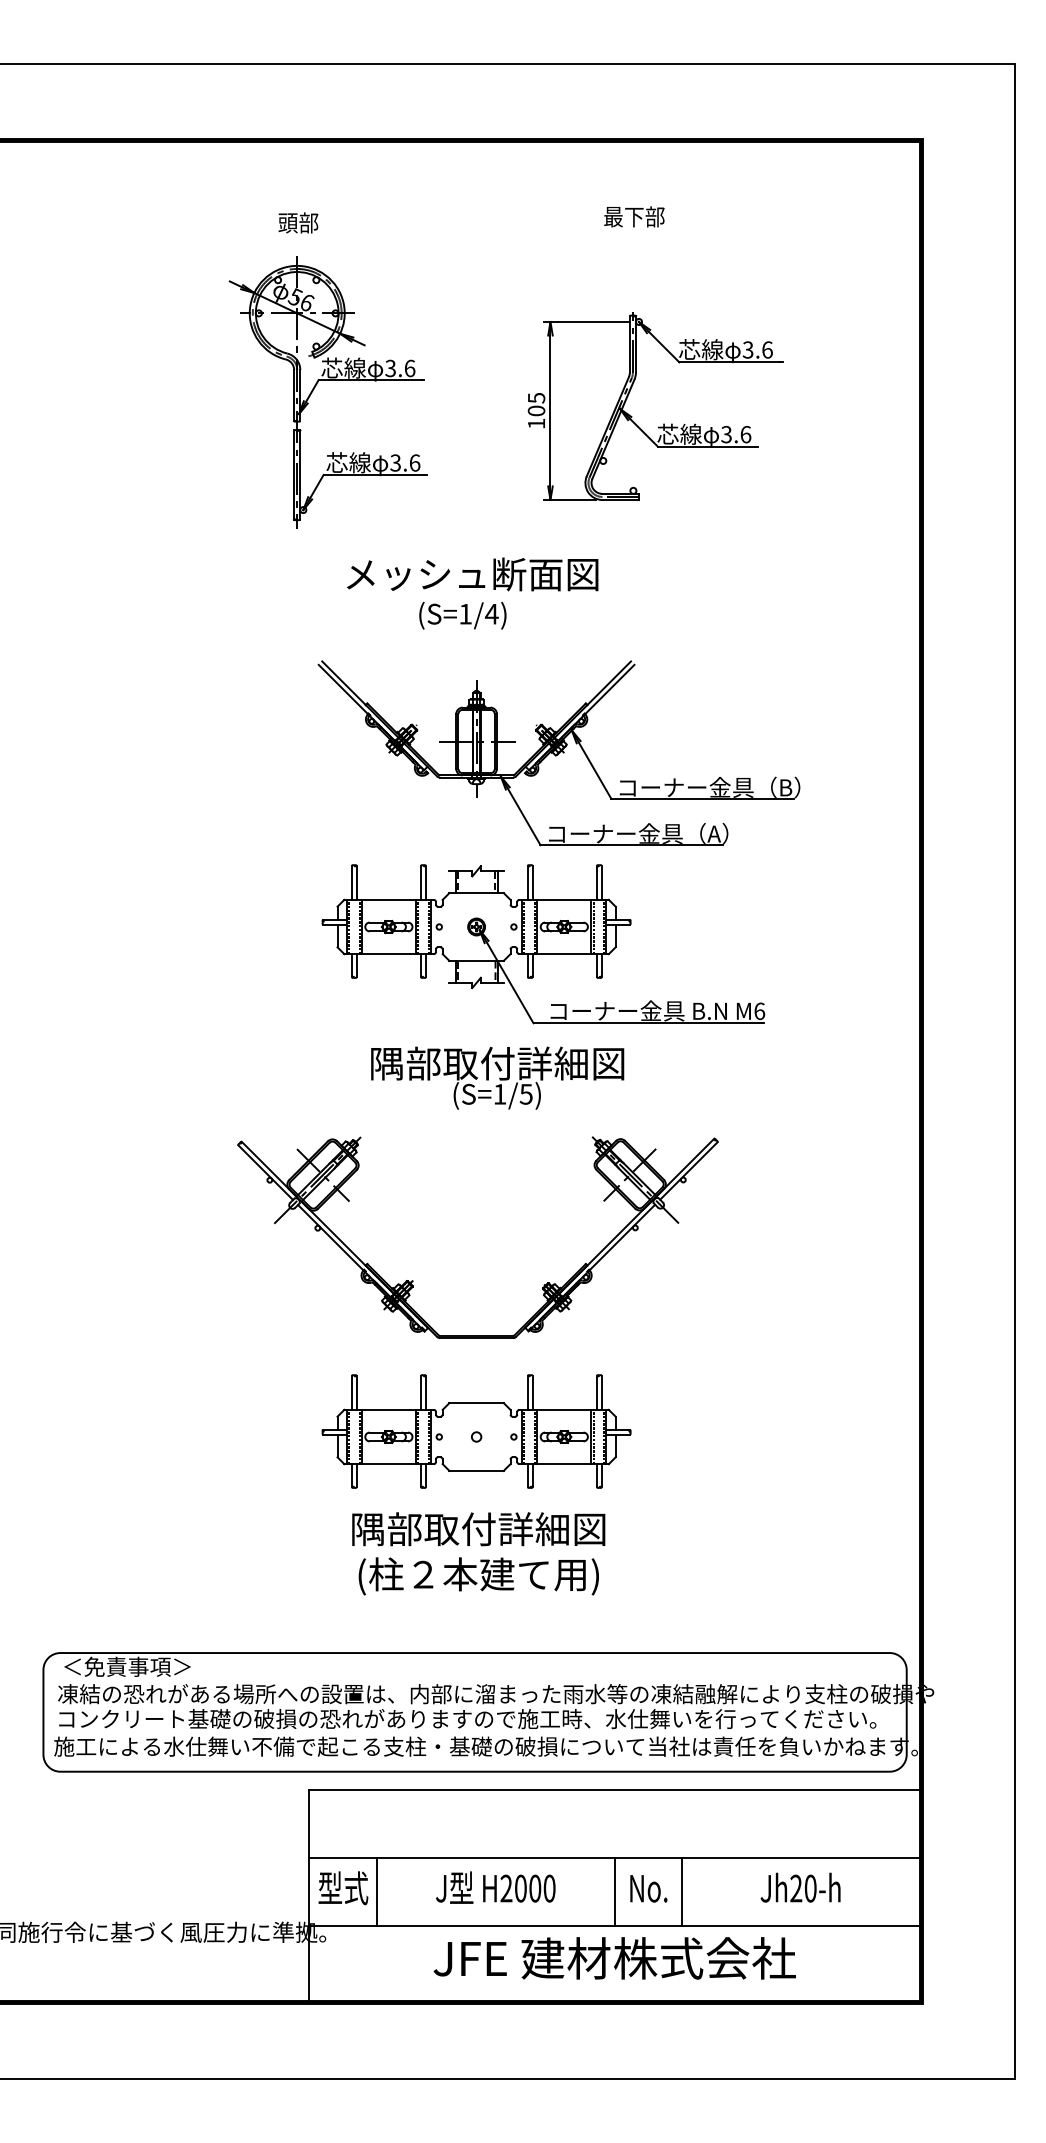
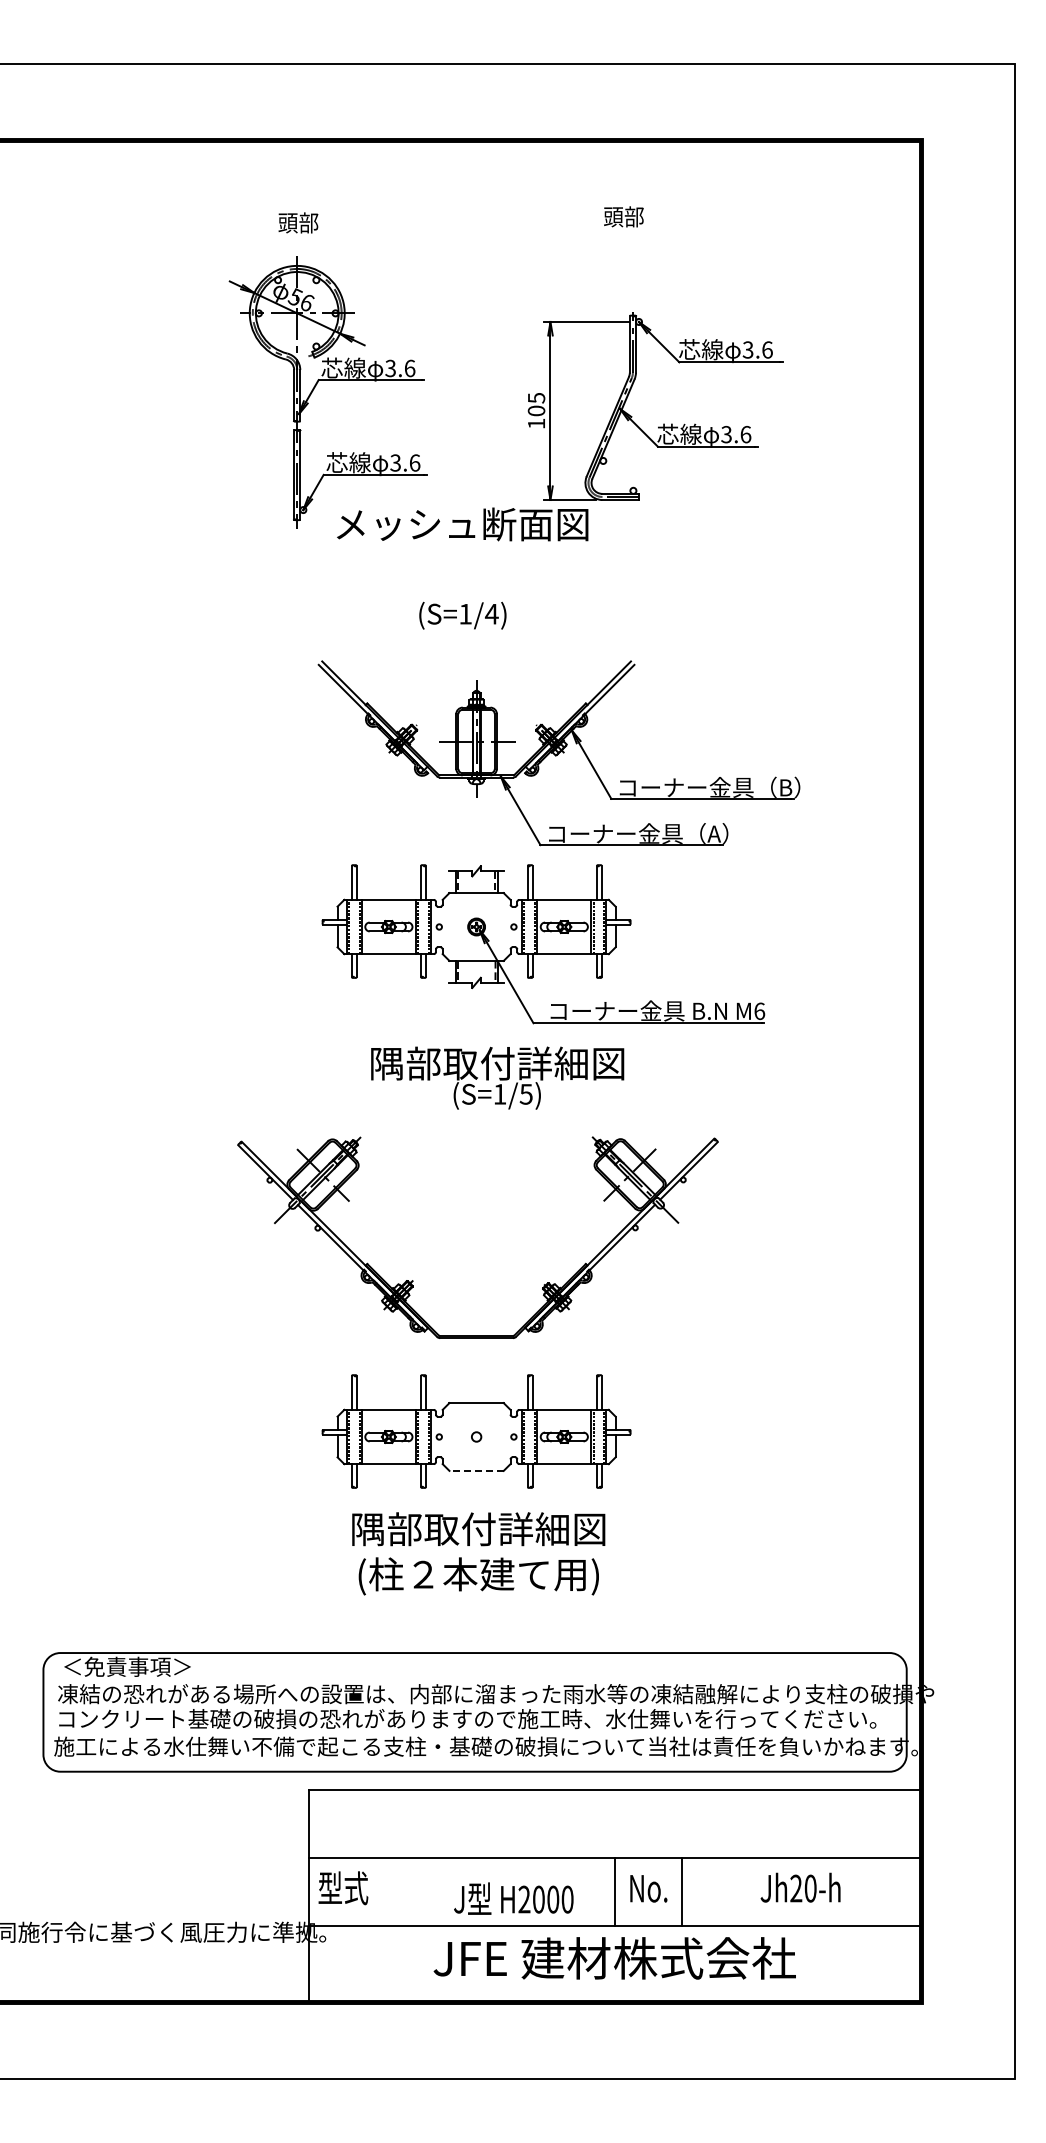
text at (634, 216): 最下部 -> 頭部
text at (472, 574) position: (472, 574) -> (462, 524)
line at (476, 1470): solid -> dashed
text at (495, 1887) position: (495, 1887) -> (513, 1898)
line at (377, 1892): present -> none
